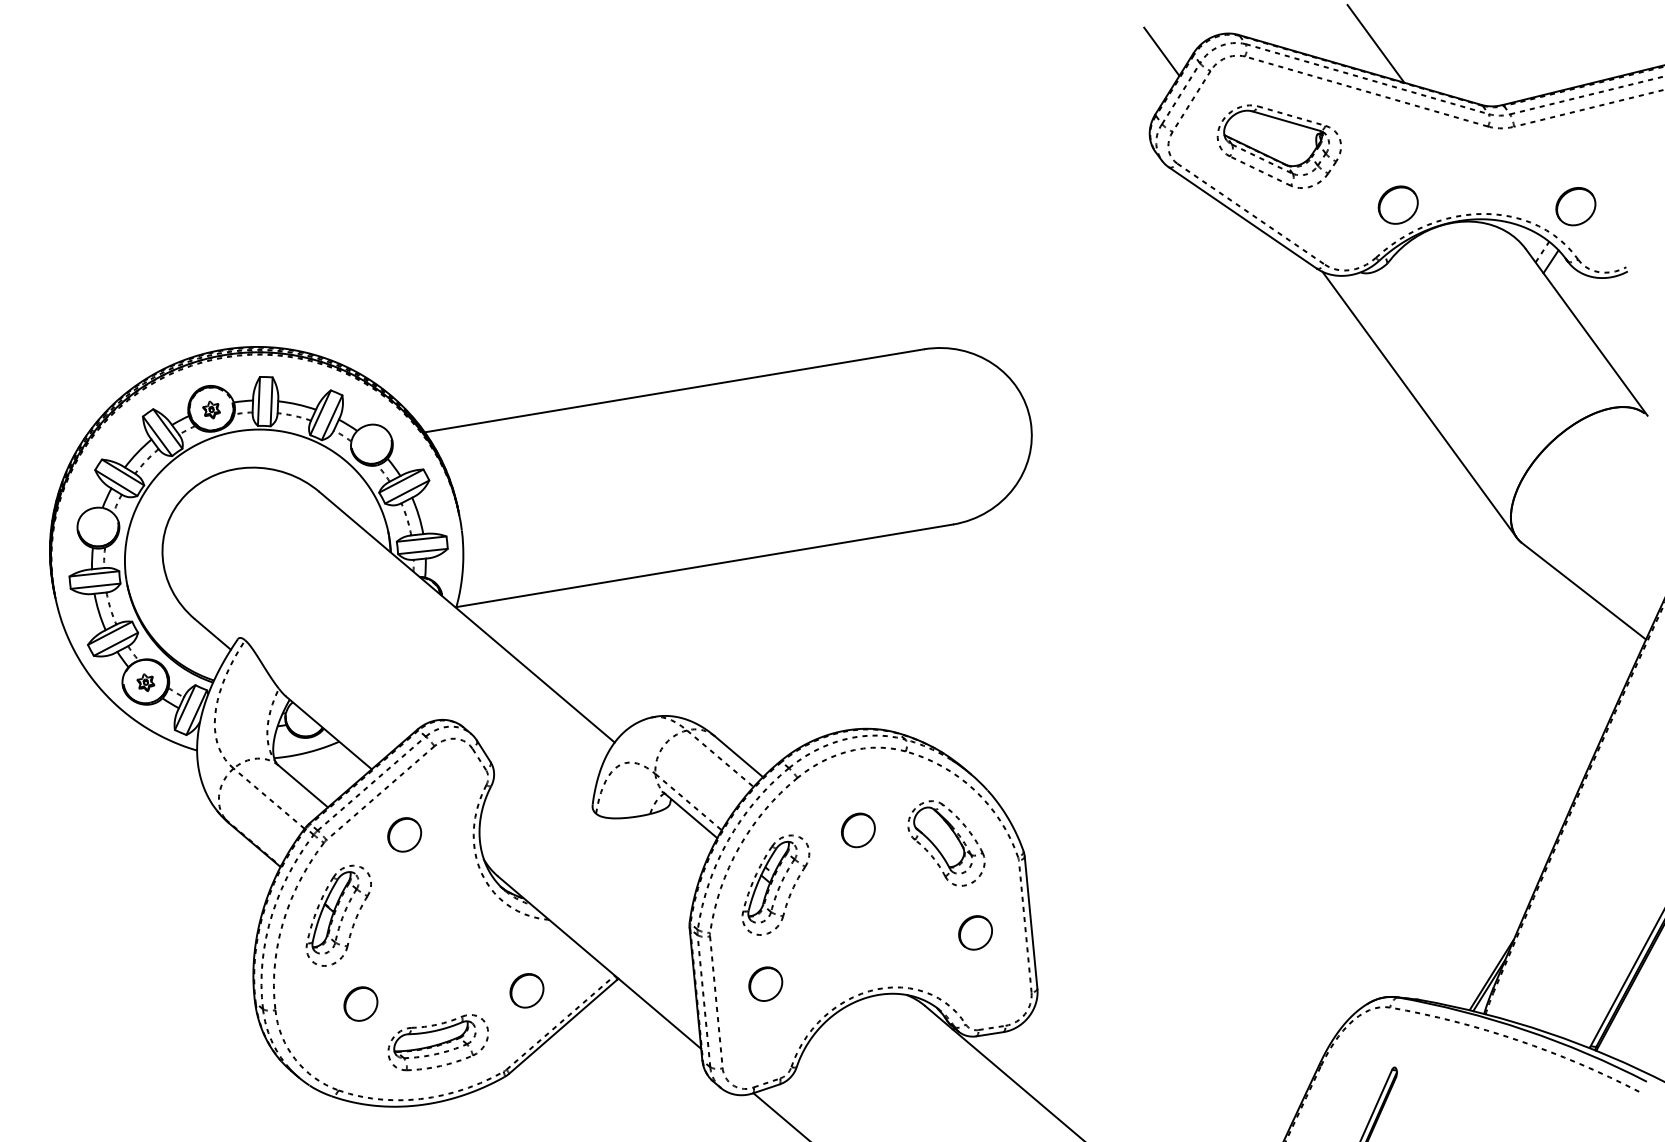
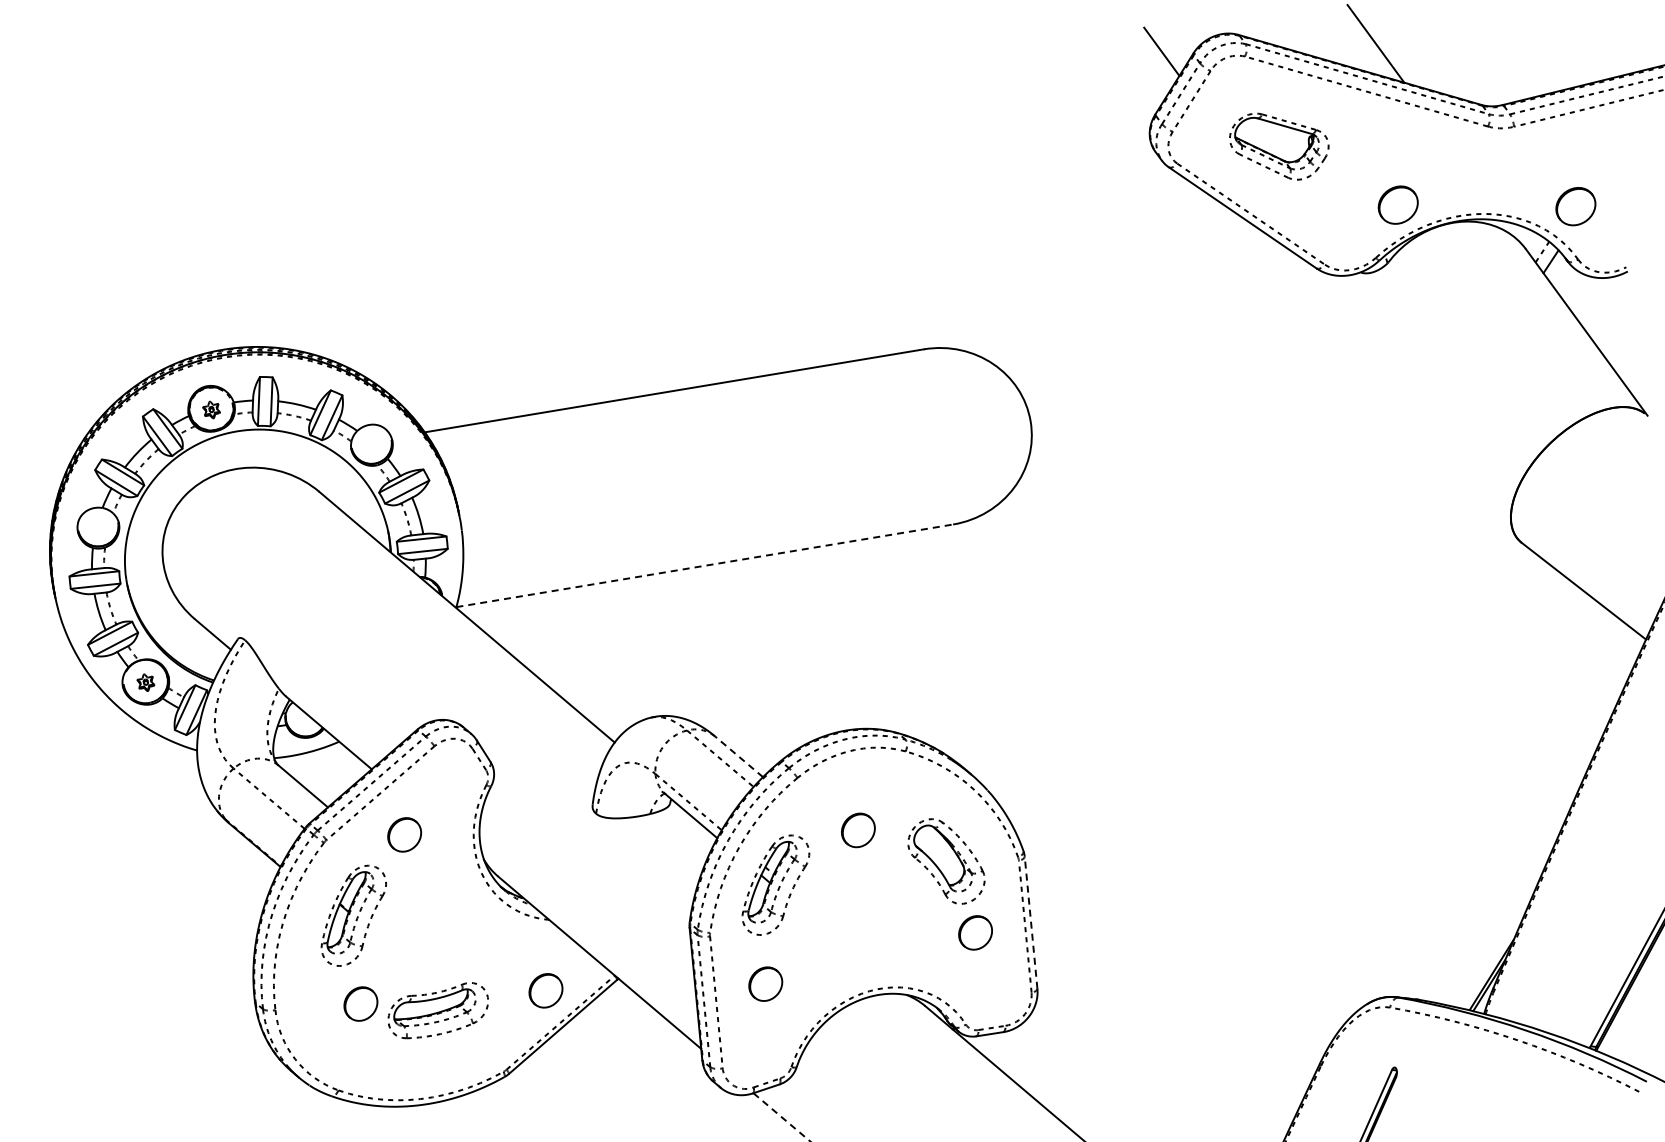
part at (1278, 146) size: 126x85 px -> 101x69 px
line at (1419, 404): present -> none
line at (704, 565): solid -> dashed
line at (739, 756): solid -> dashed
part at (946, 843) position: (946, 843) -> (946, 861)
part at (338, 915) position: (338, 915) -> (353, 915)
line at (1031, 922): solid -> dashed
part at (526, 990) position: (526, 990) -> (545, 990)
part at (437, 1042) position: (437, 1042) -> (437, 1010)
line at (782, 1117): solid -> dashed
